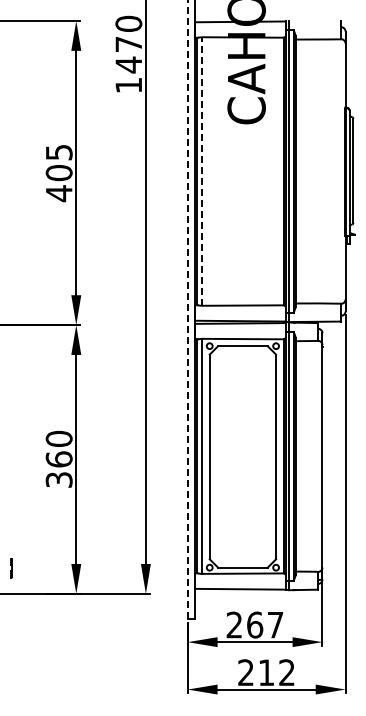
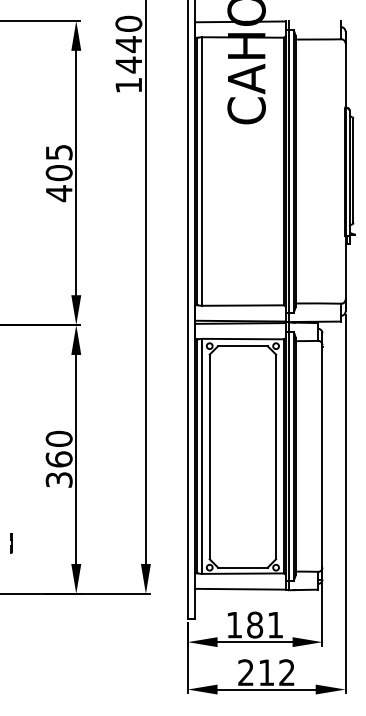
text at (128, 44): 1470 -> 1440
line at (201, 171): dashed -> solid
line at (187, 308): dashed -> solid
line at (11, 568) position: (11, 568) -> (11, 543)
text at (254, 624): 267 -> 181
